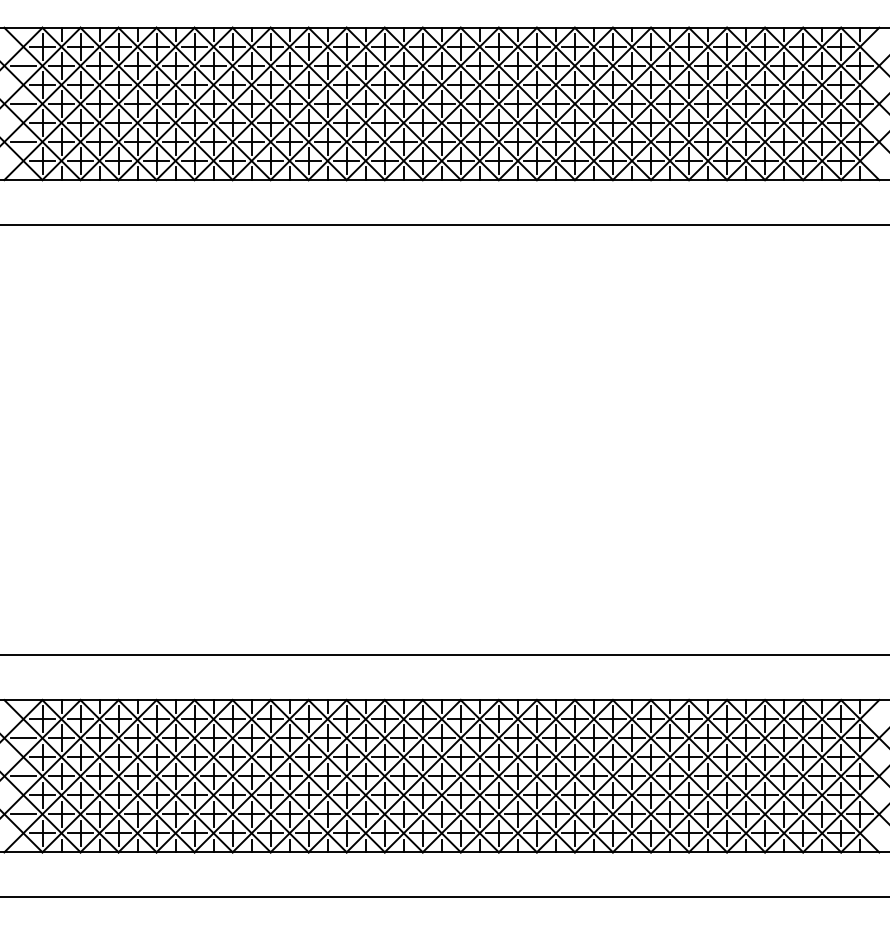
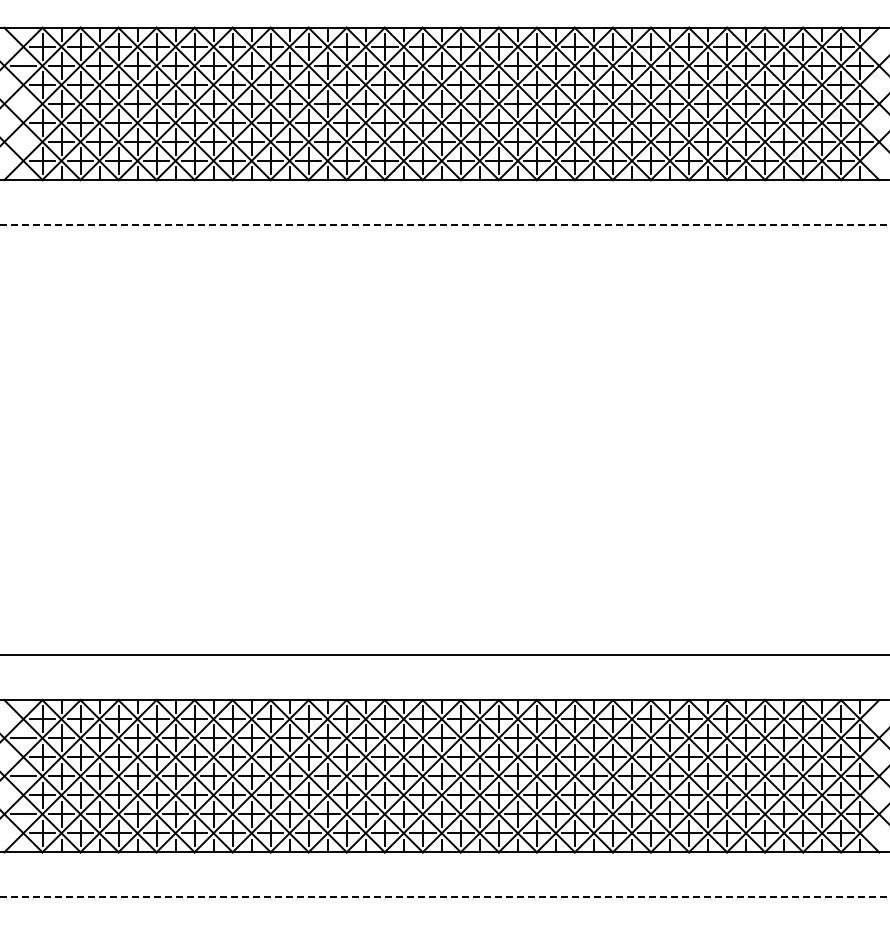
line at (23, 103): present -> none
line at (23, 141): present -> none
line at (444, 224): solid -> dashed
line at (444, 897): solid -> dashed
